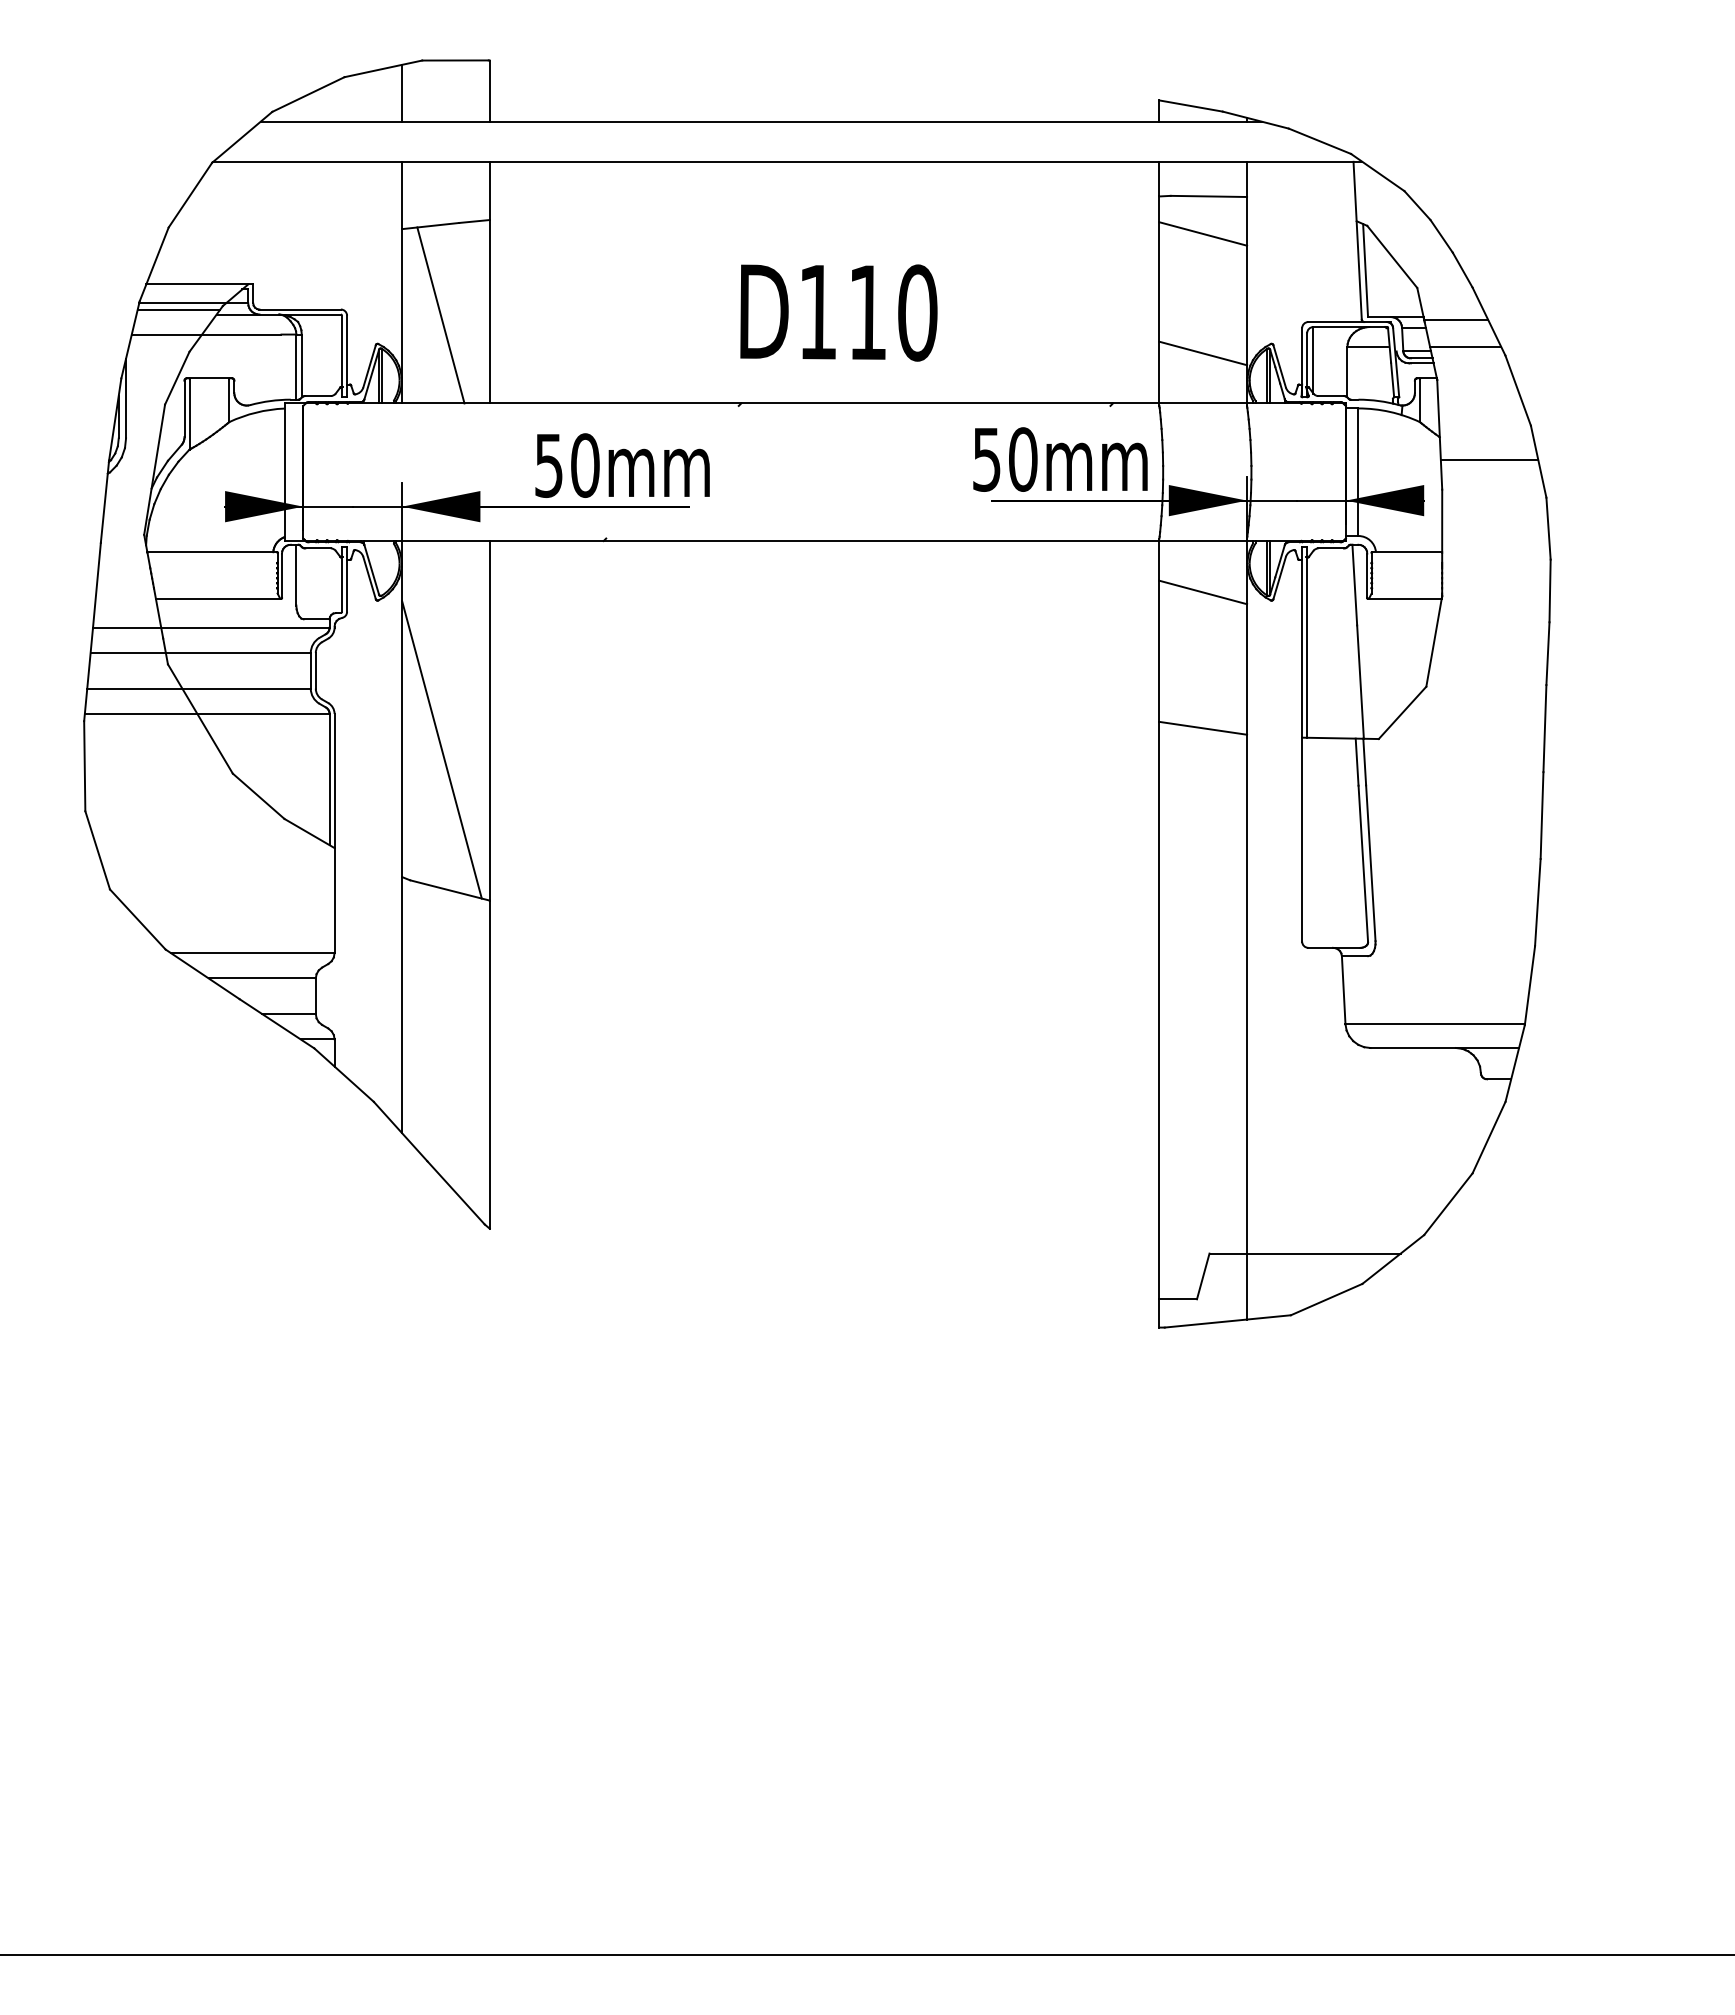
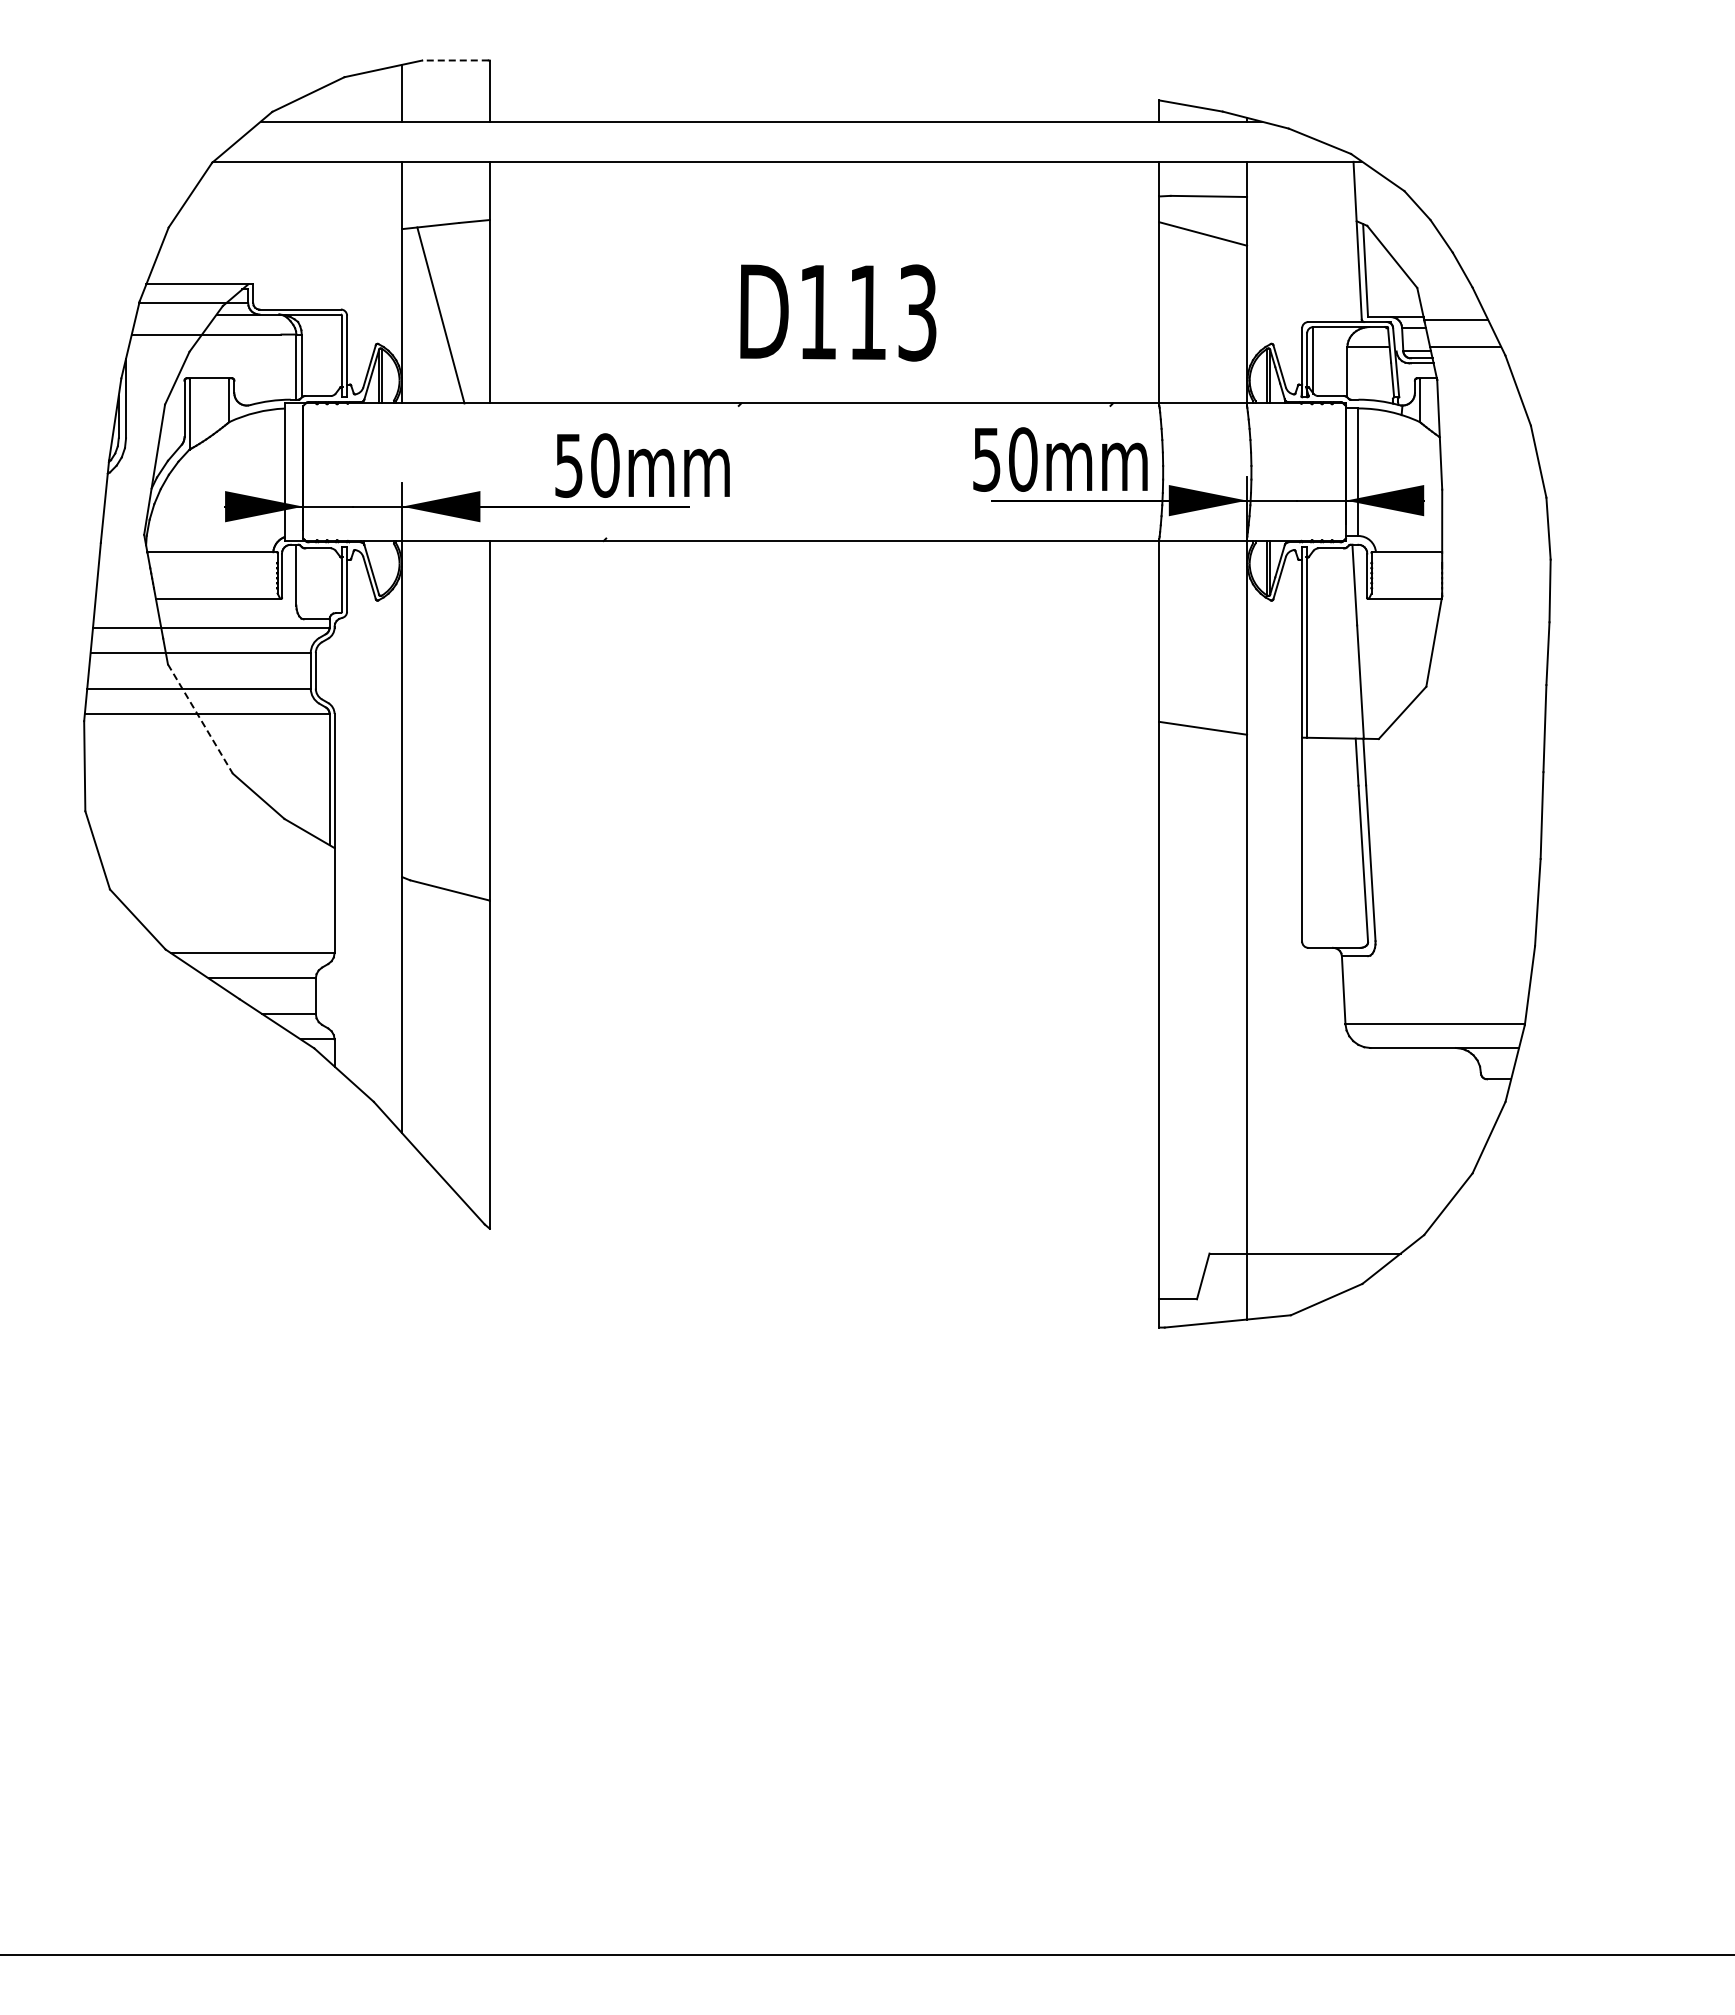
line at (455, 60): solid -> dashed
line at (178, 309): present -> none
text at (917, 312): D110 -> D113
line at (1203, 353): present -> none
line at (1489, 459): present -> none
text at (622, 465) position: (622, 465) -> (642, 465)
line at (1203, 592): present -> none
line at (200, 719): solid -> dashed
line at (441, 749): present -> none
